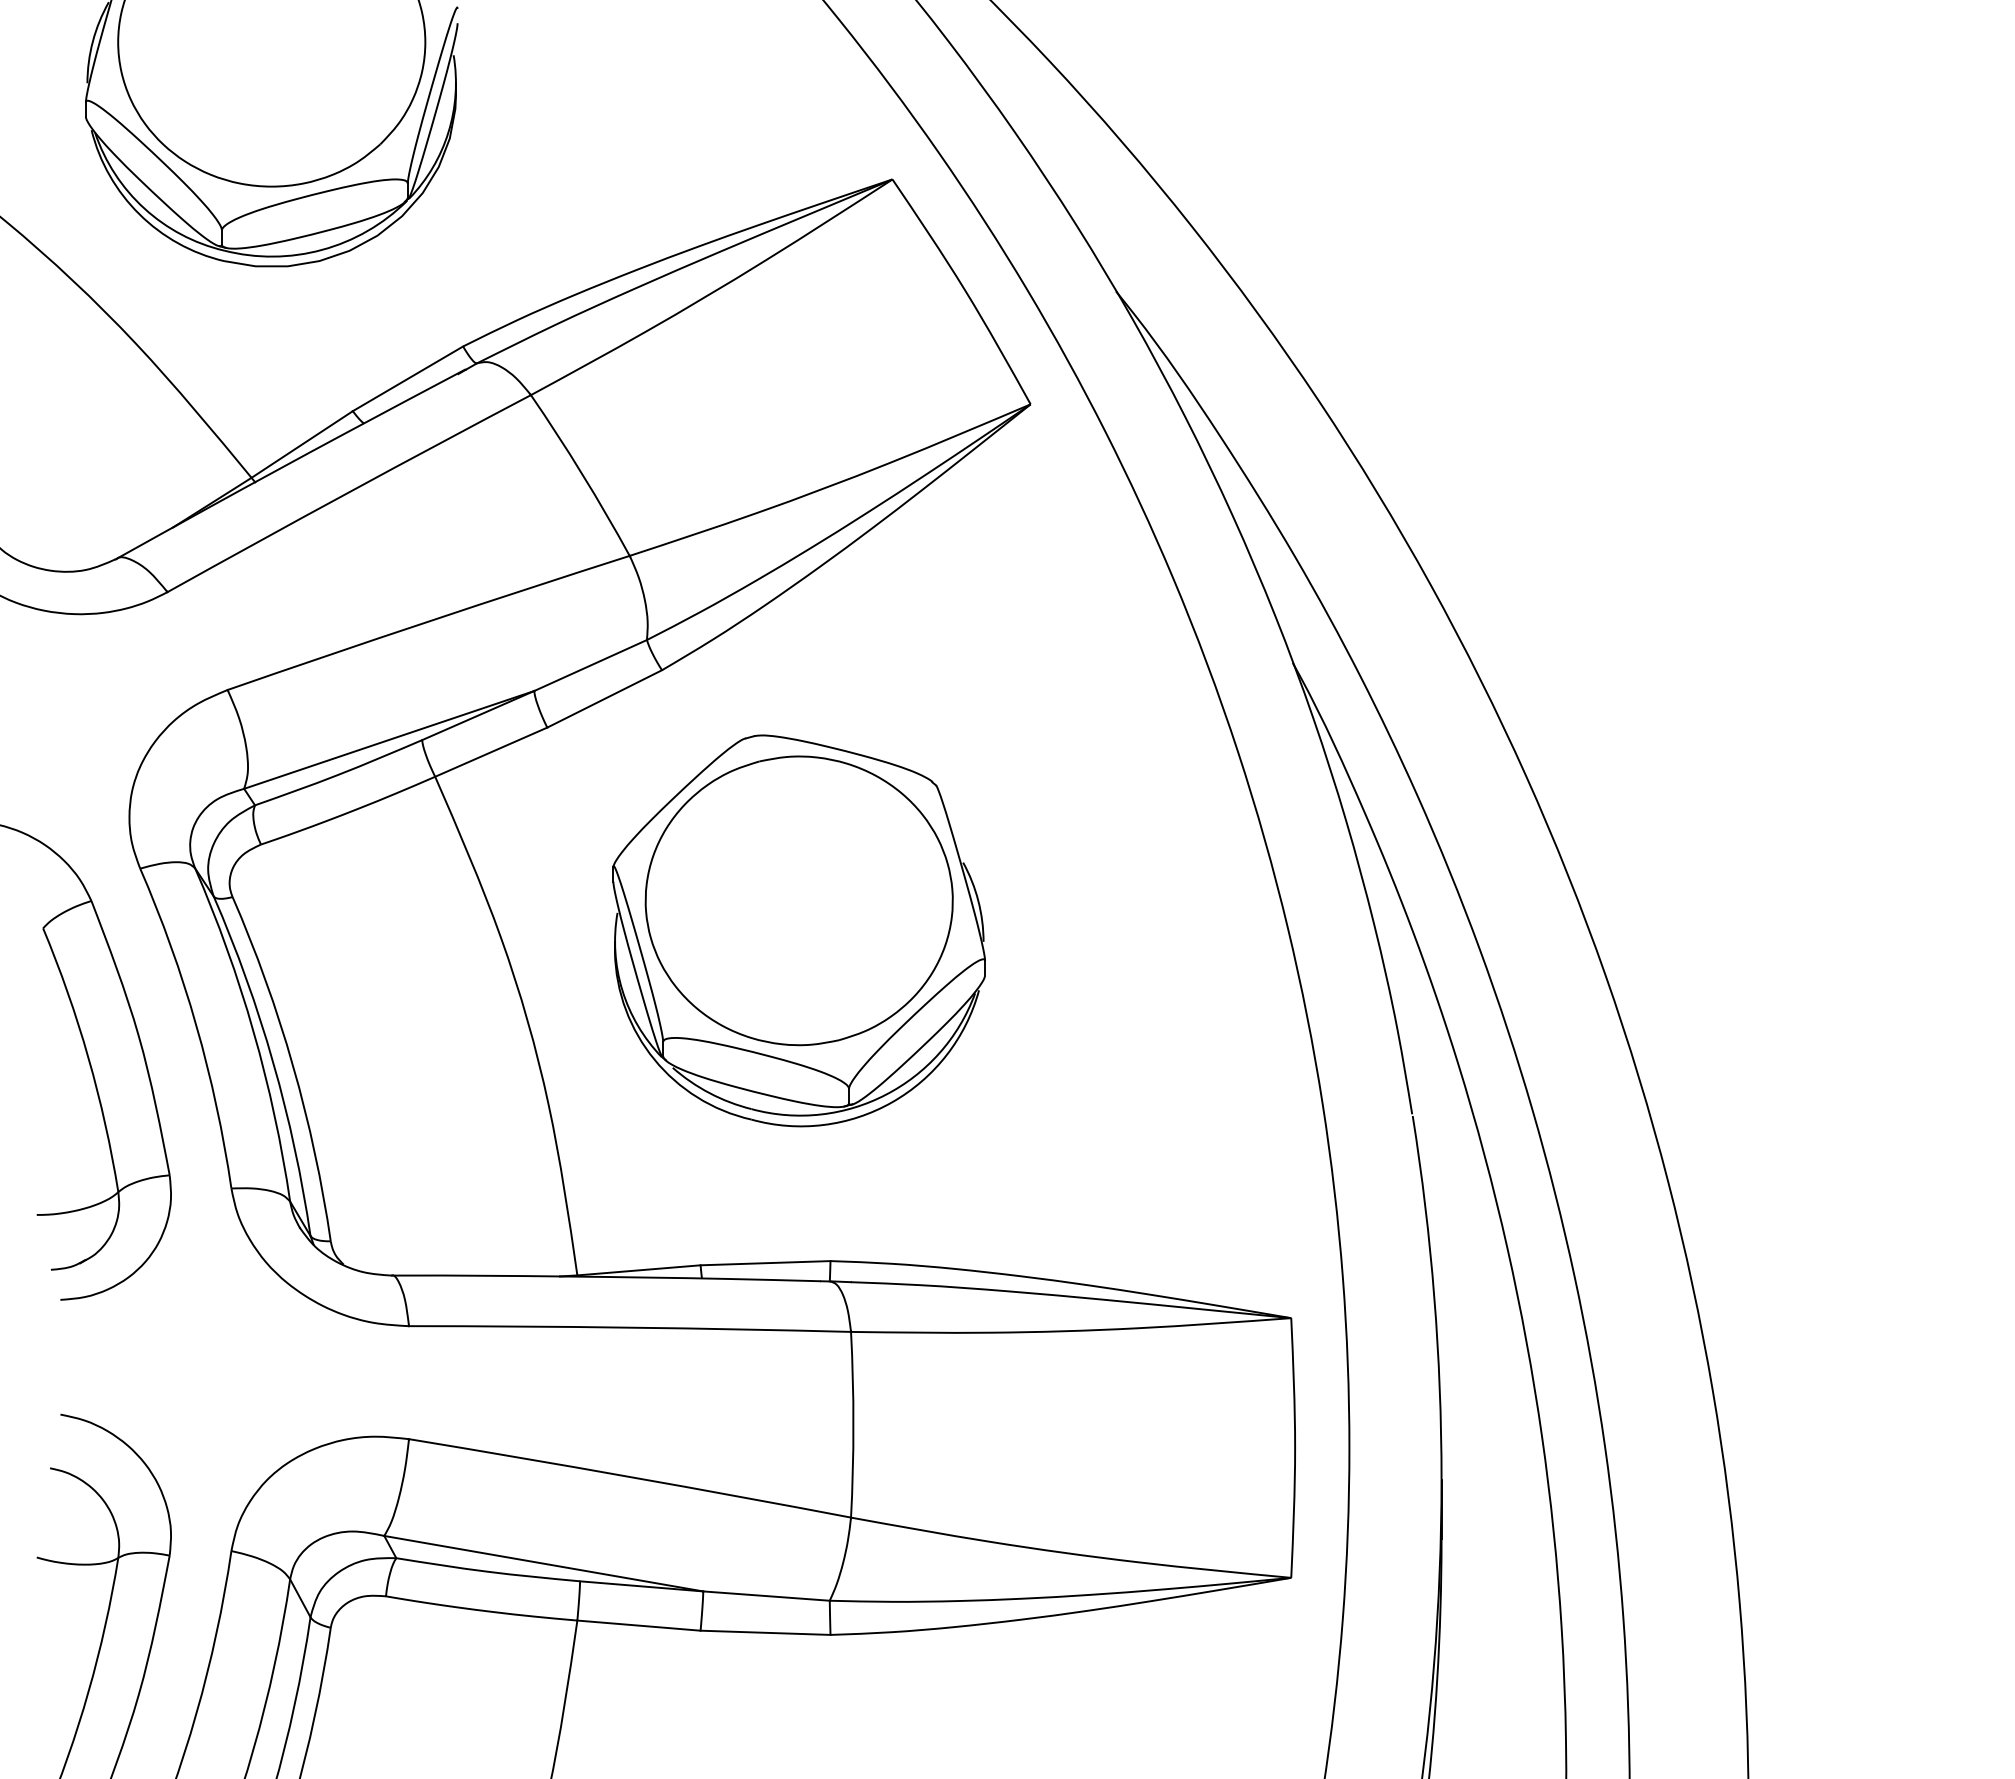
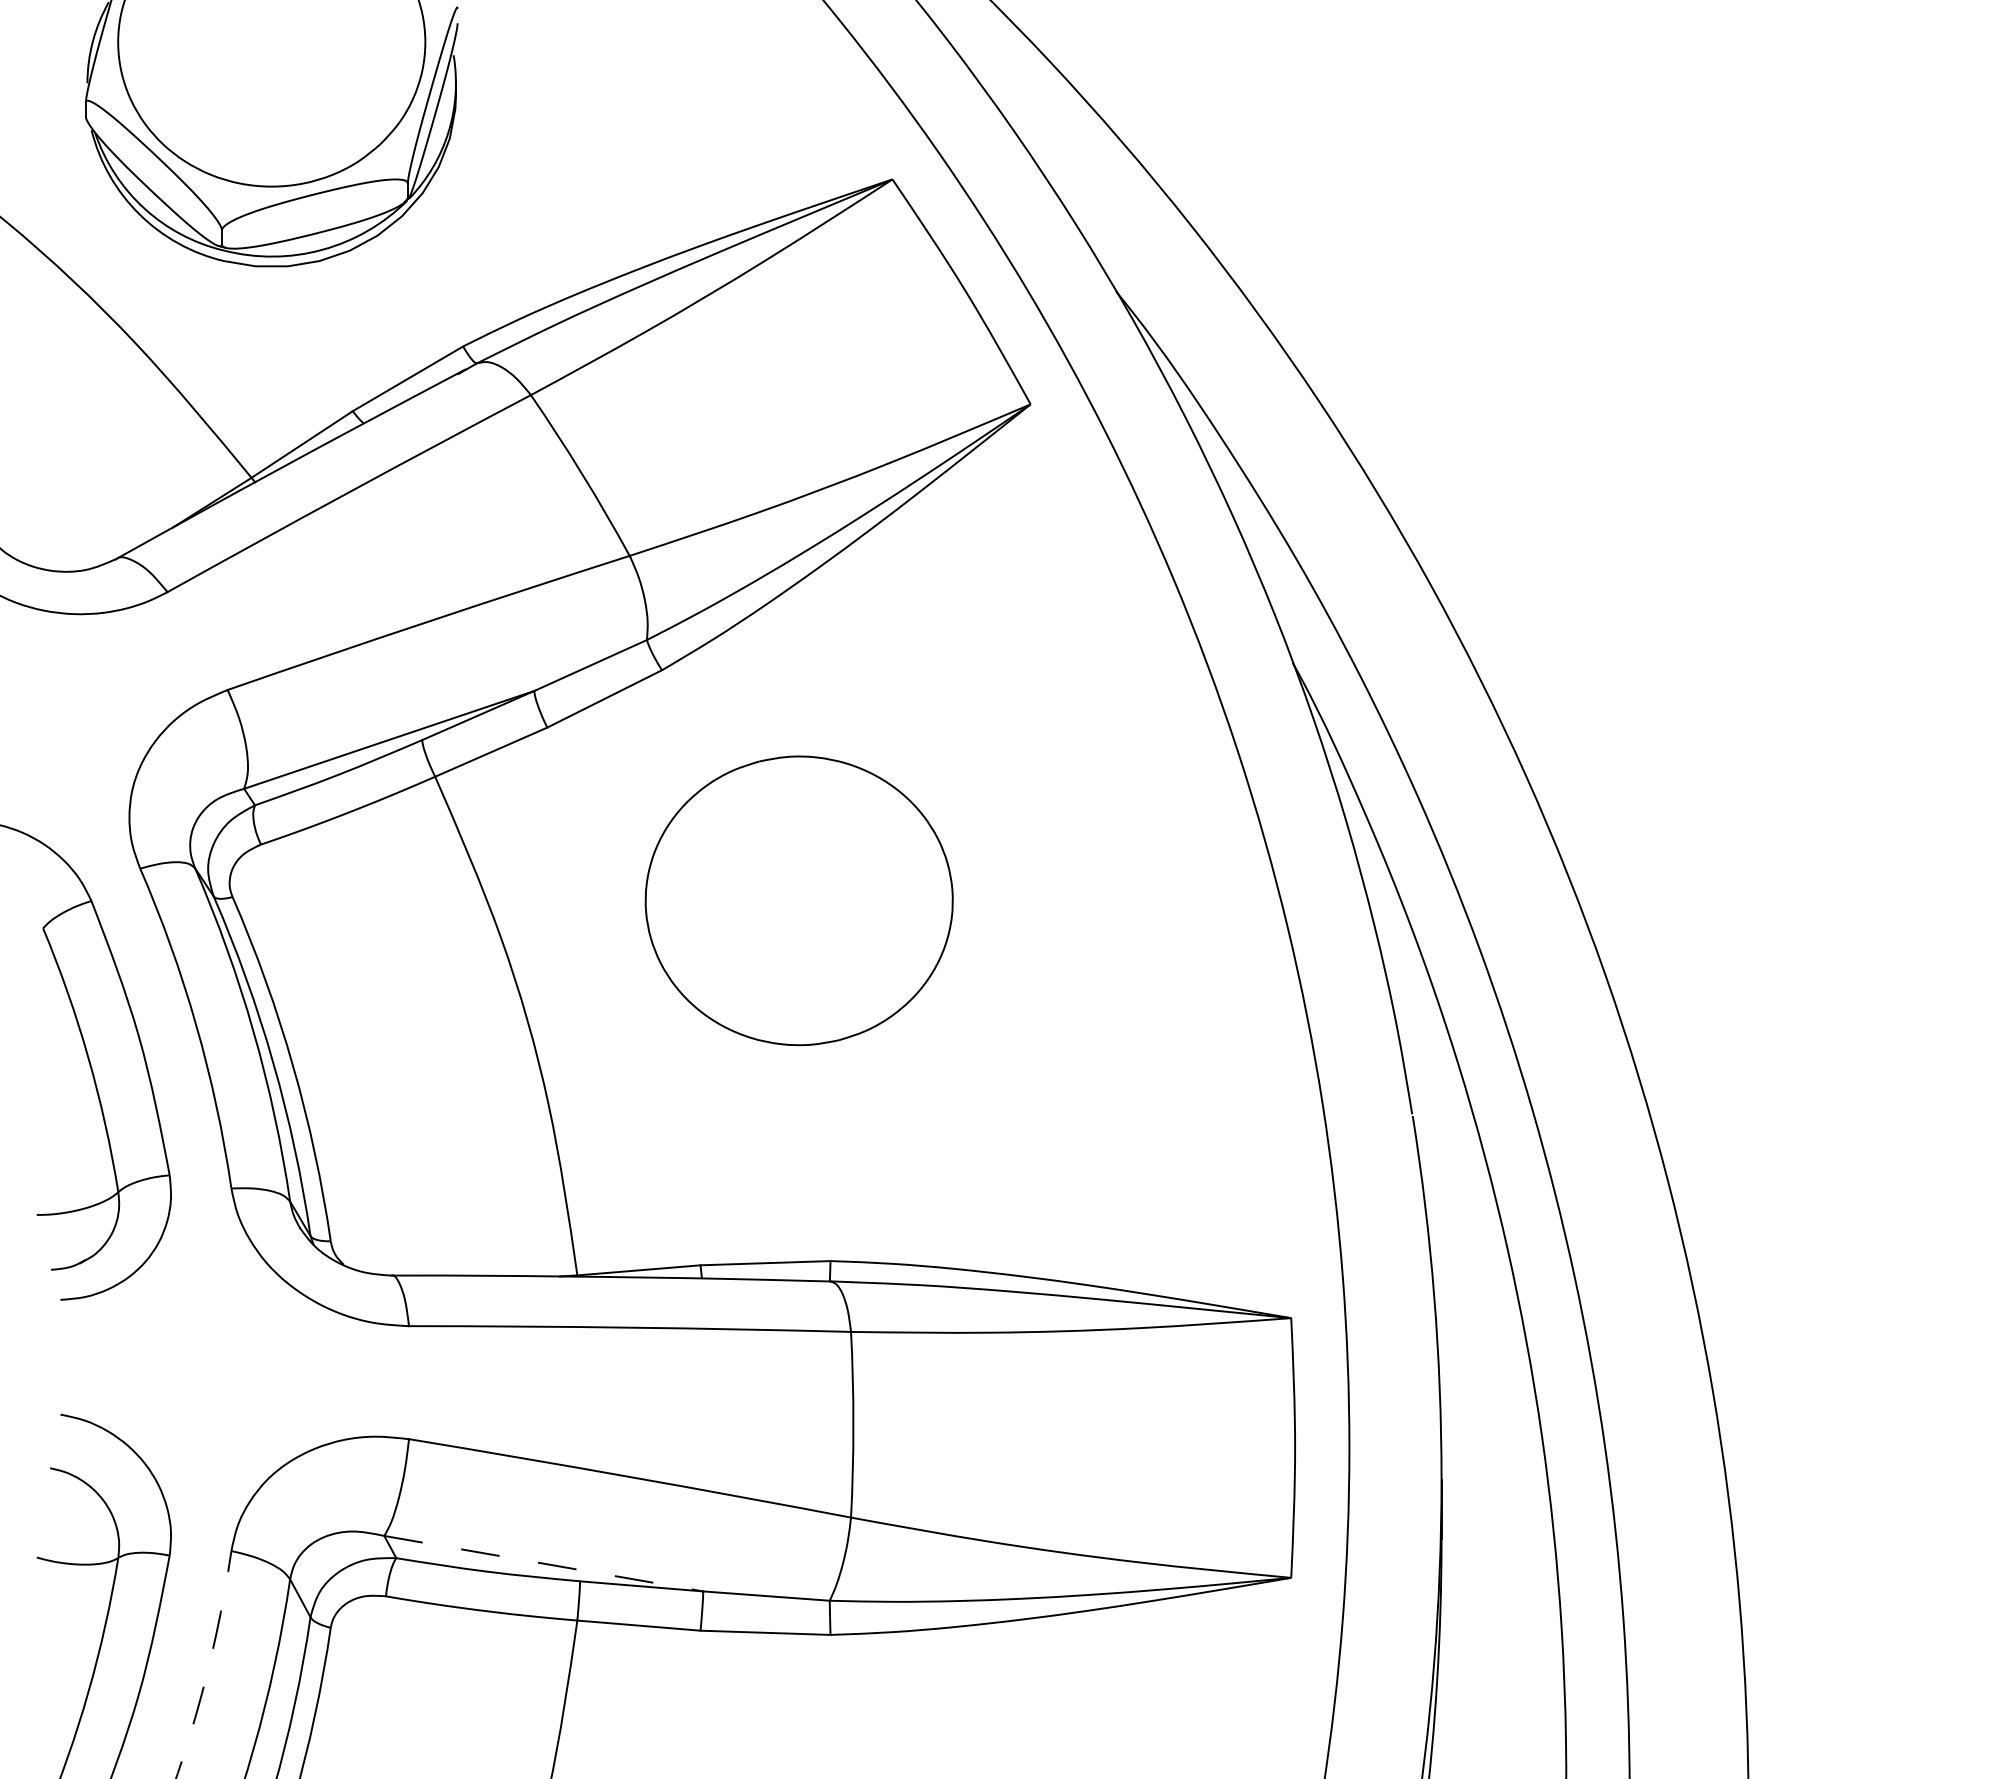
part at (798, 930): present -> none
line at (543, 1563): solid -> dashed
arc at (208, 1665): solid -> dashed
